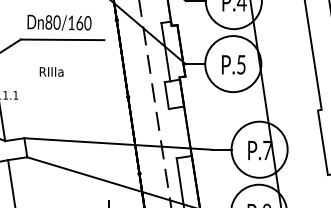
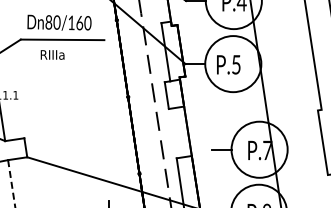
text at (233, 64) position: (233, 64) -> (228, 64)
text at (51, 71) position: (51, 71) -> (52, 54)
line at (117, 143): present -> none
line at (11, 183): solid -> dashed
